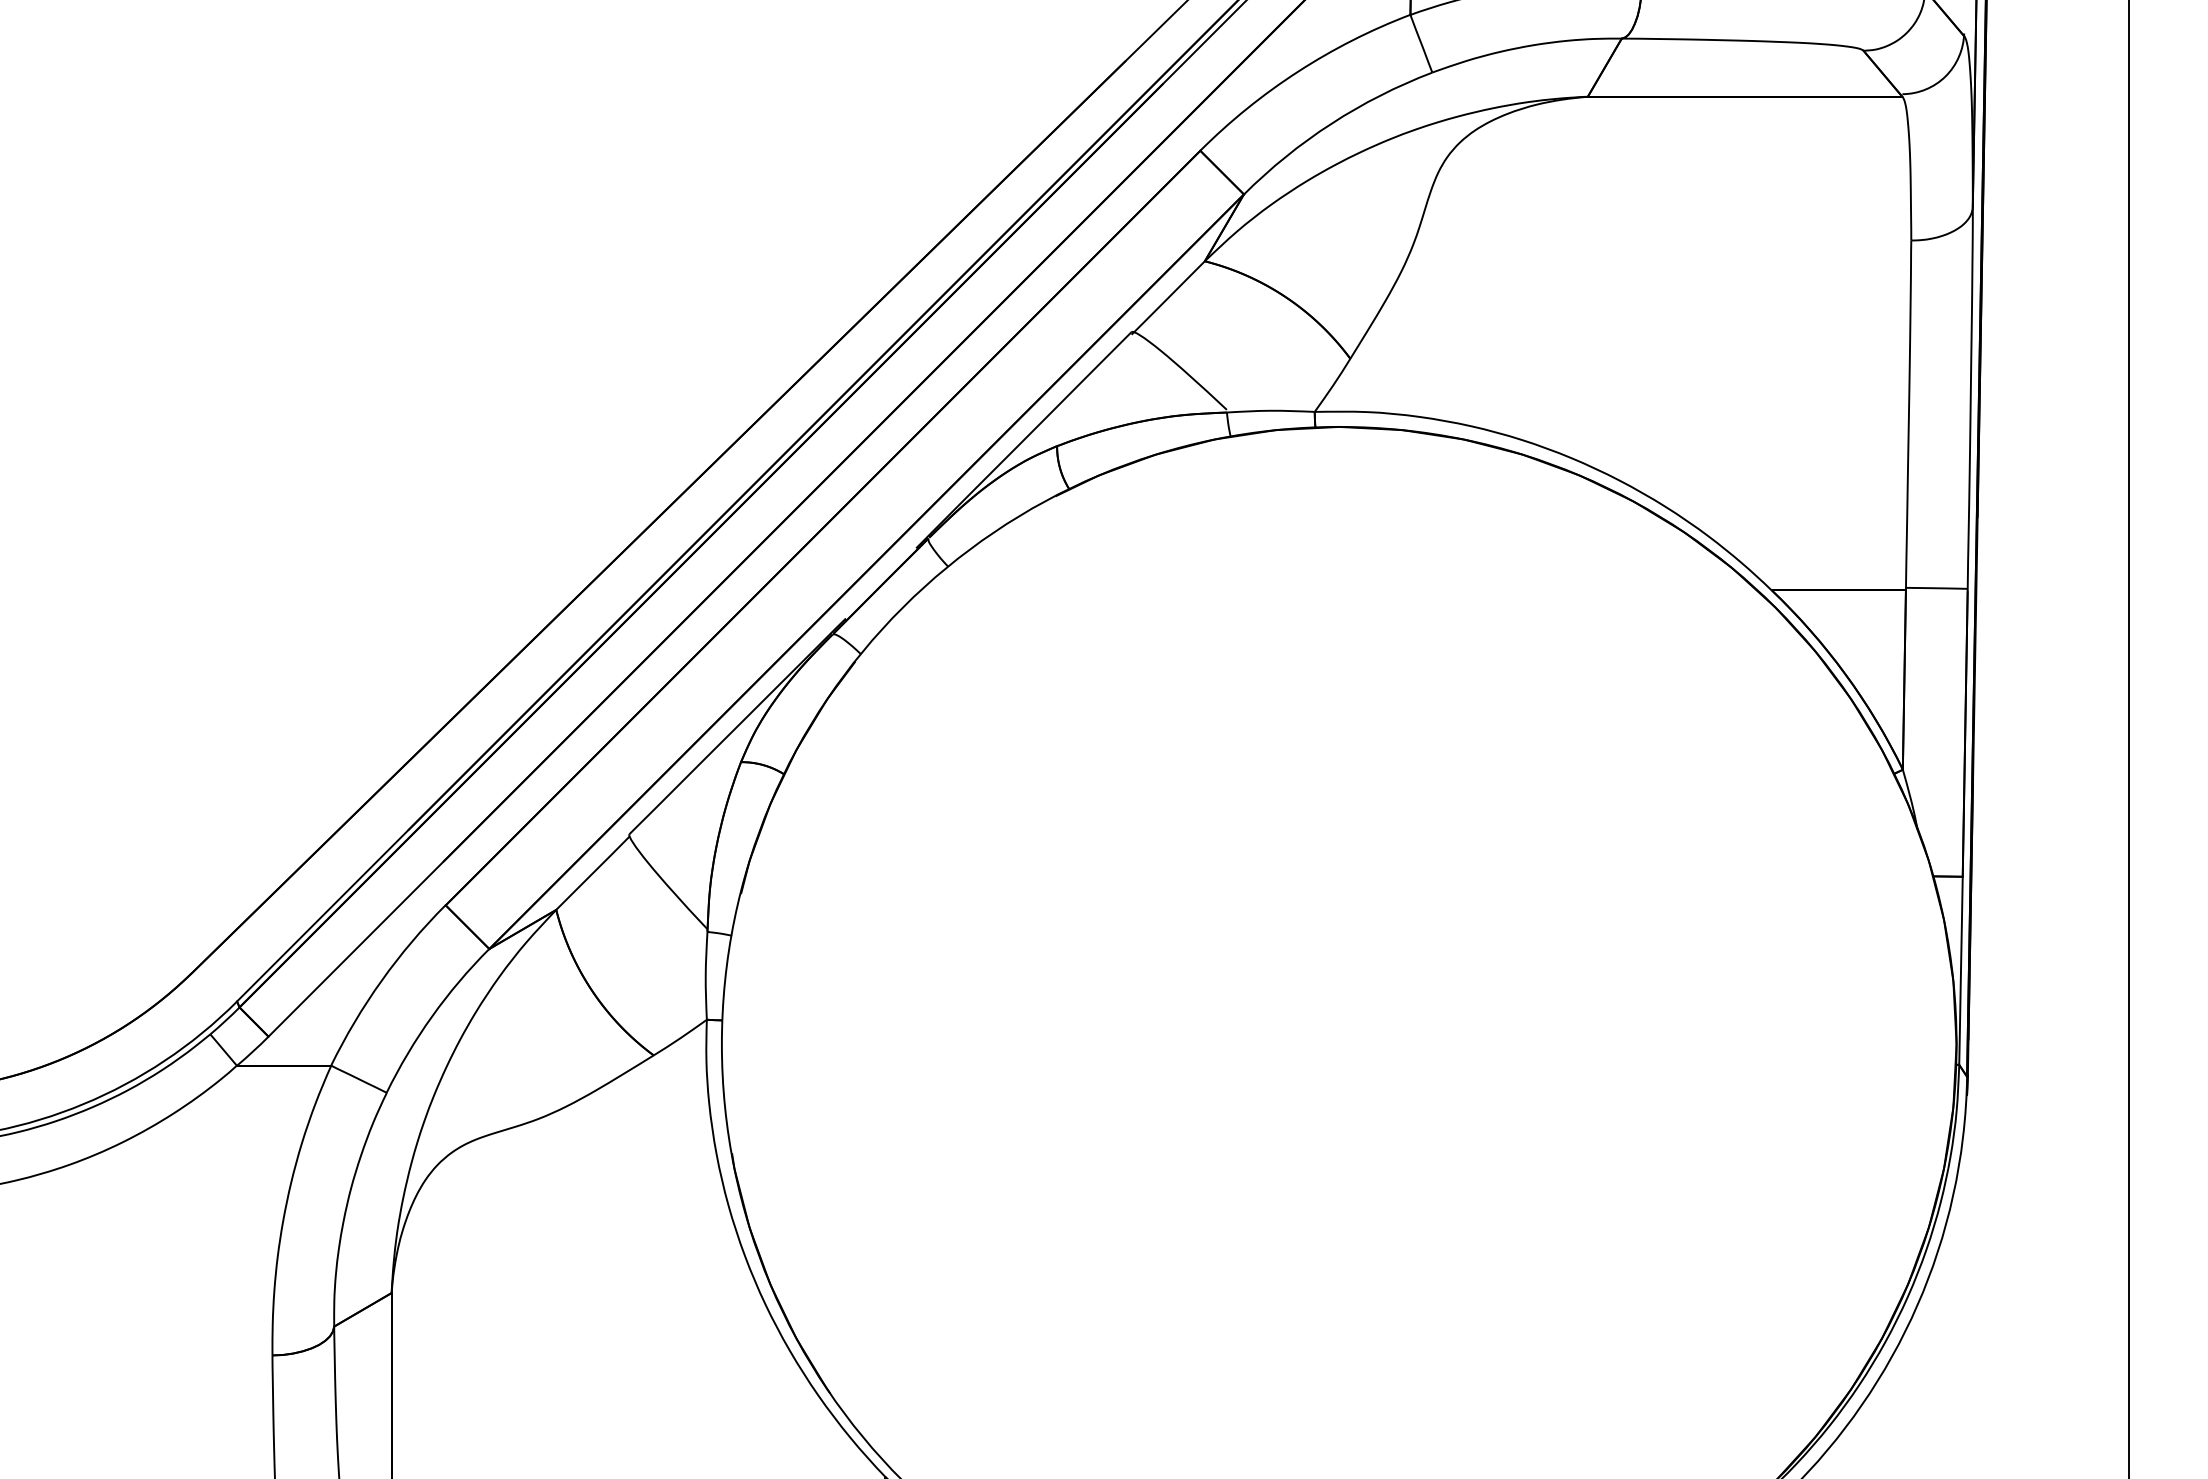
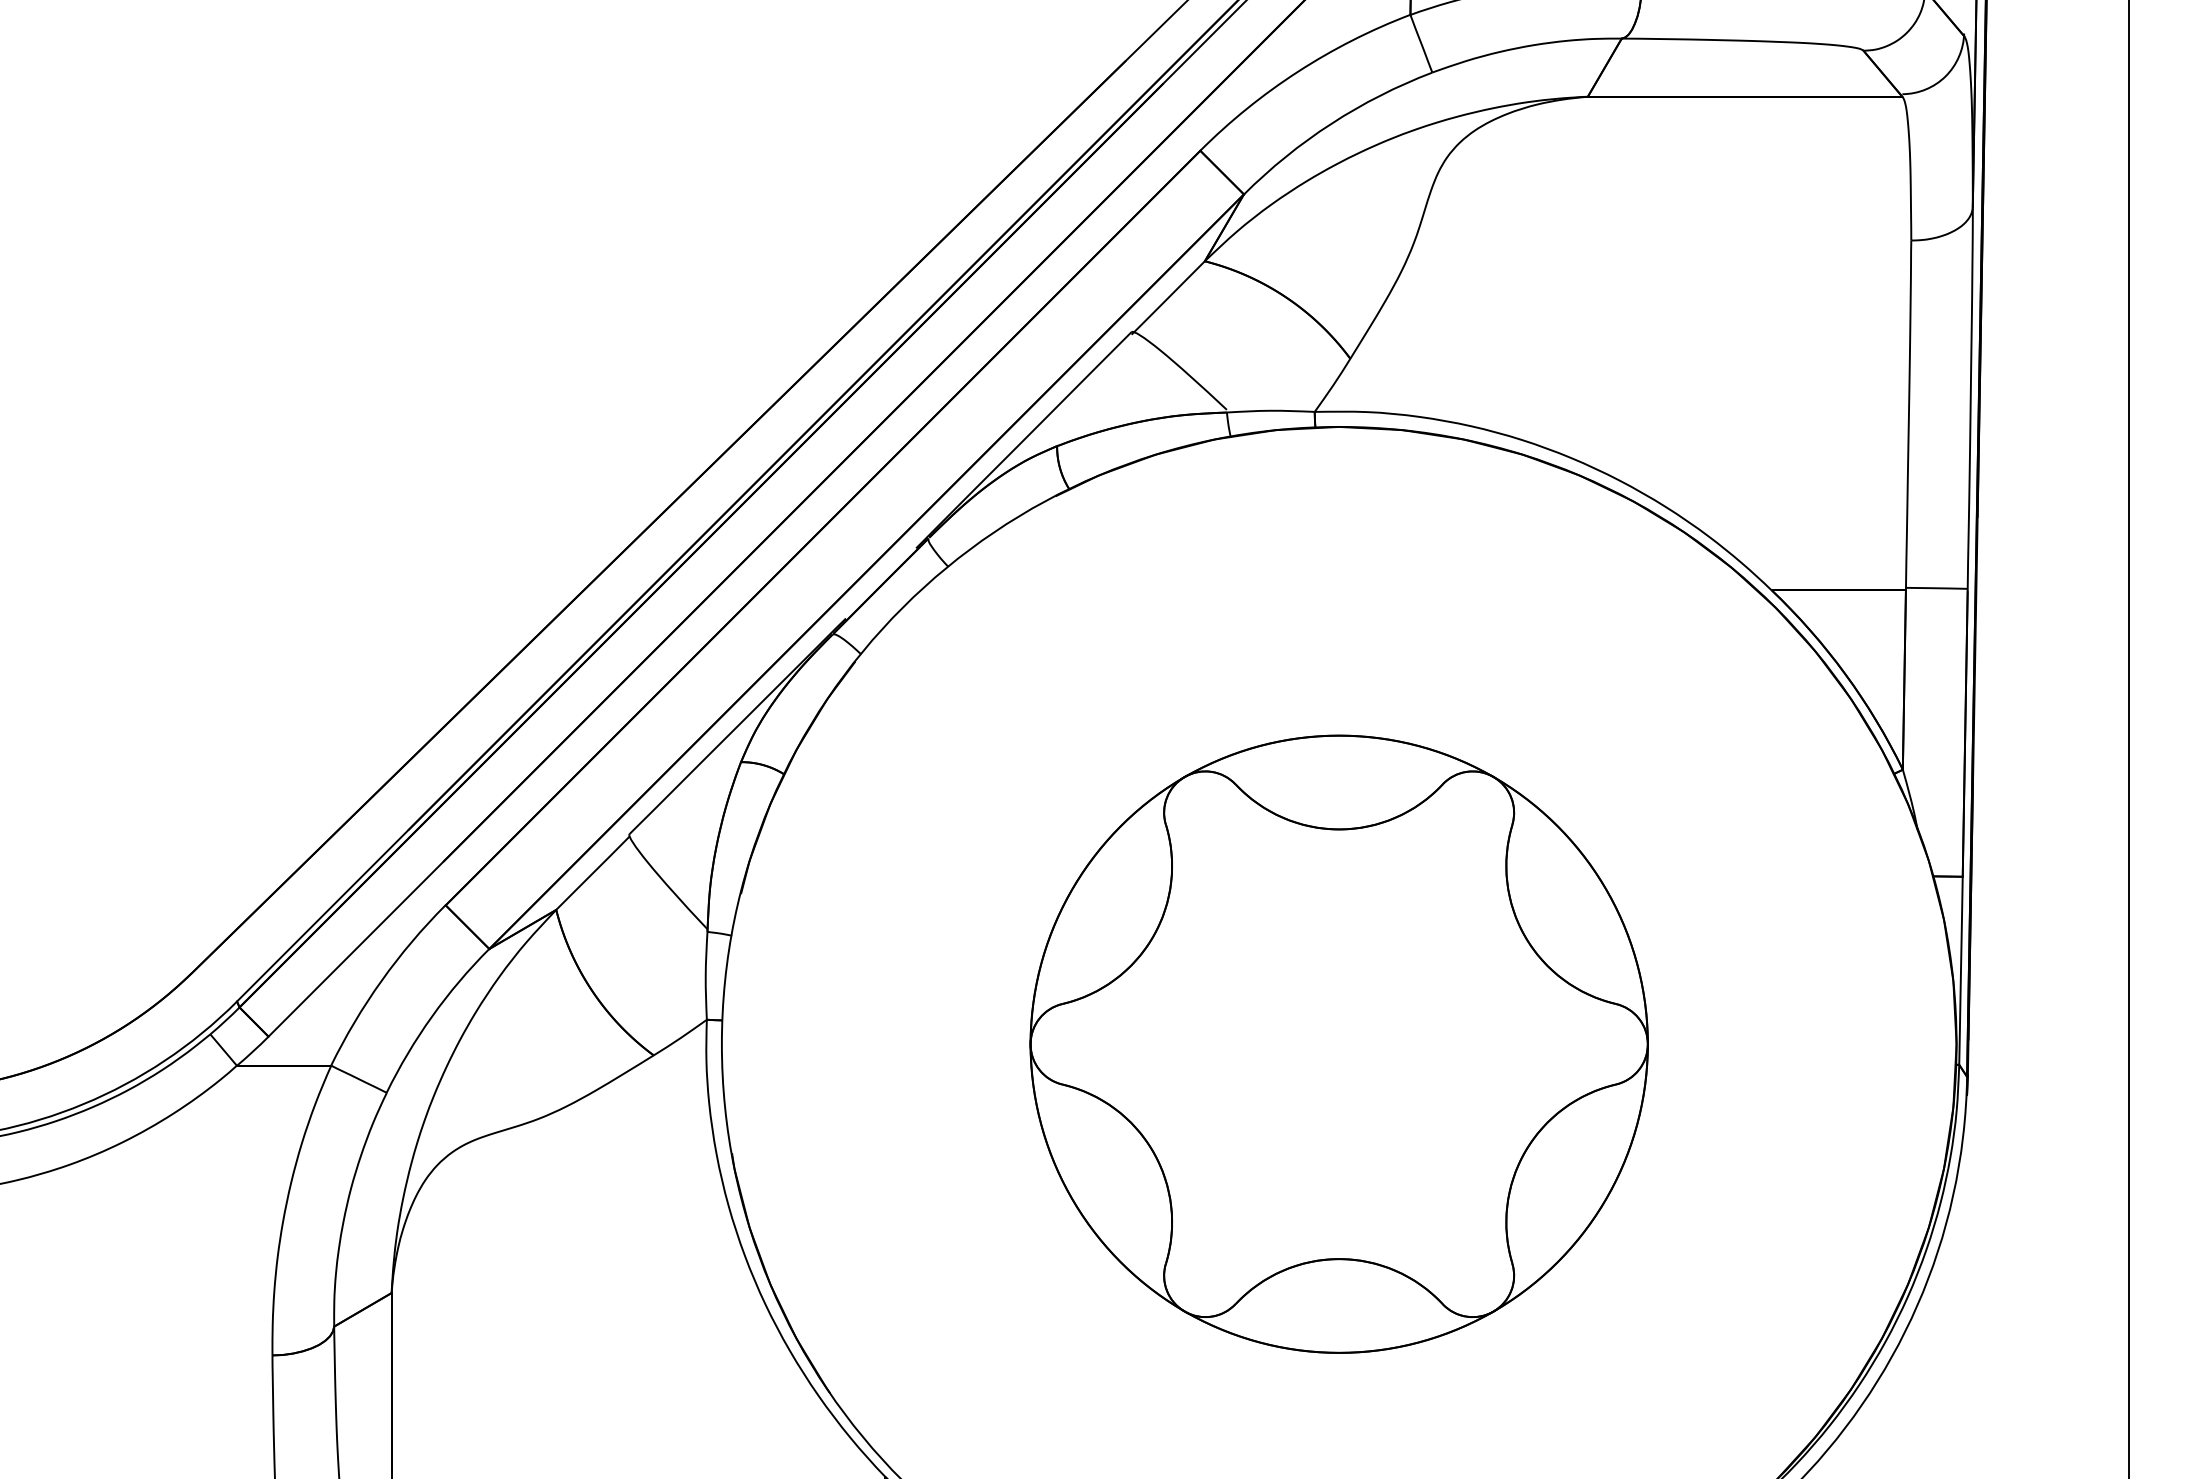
part at (1338, 1043): none -> present
